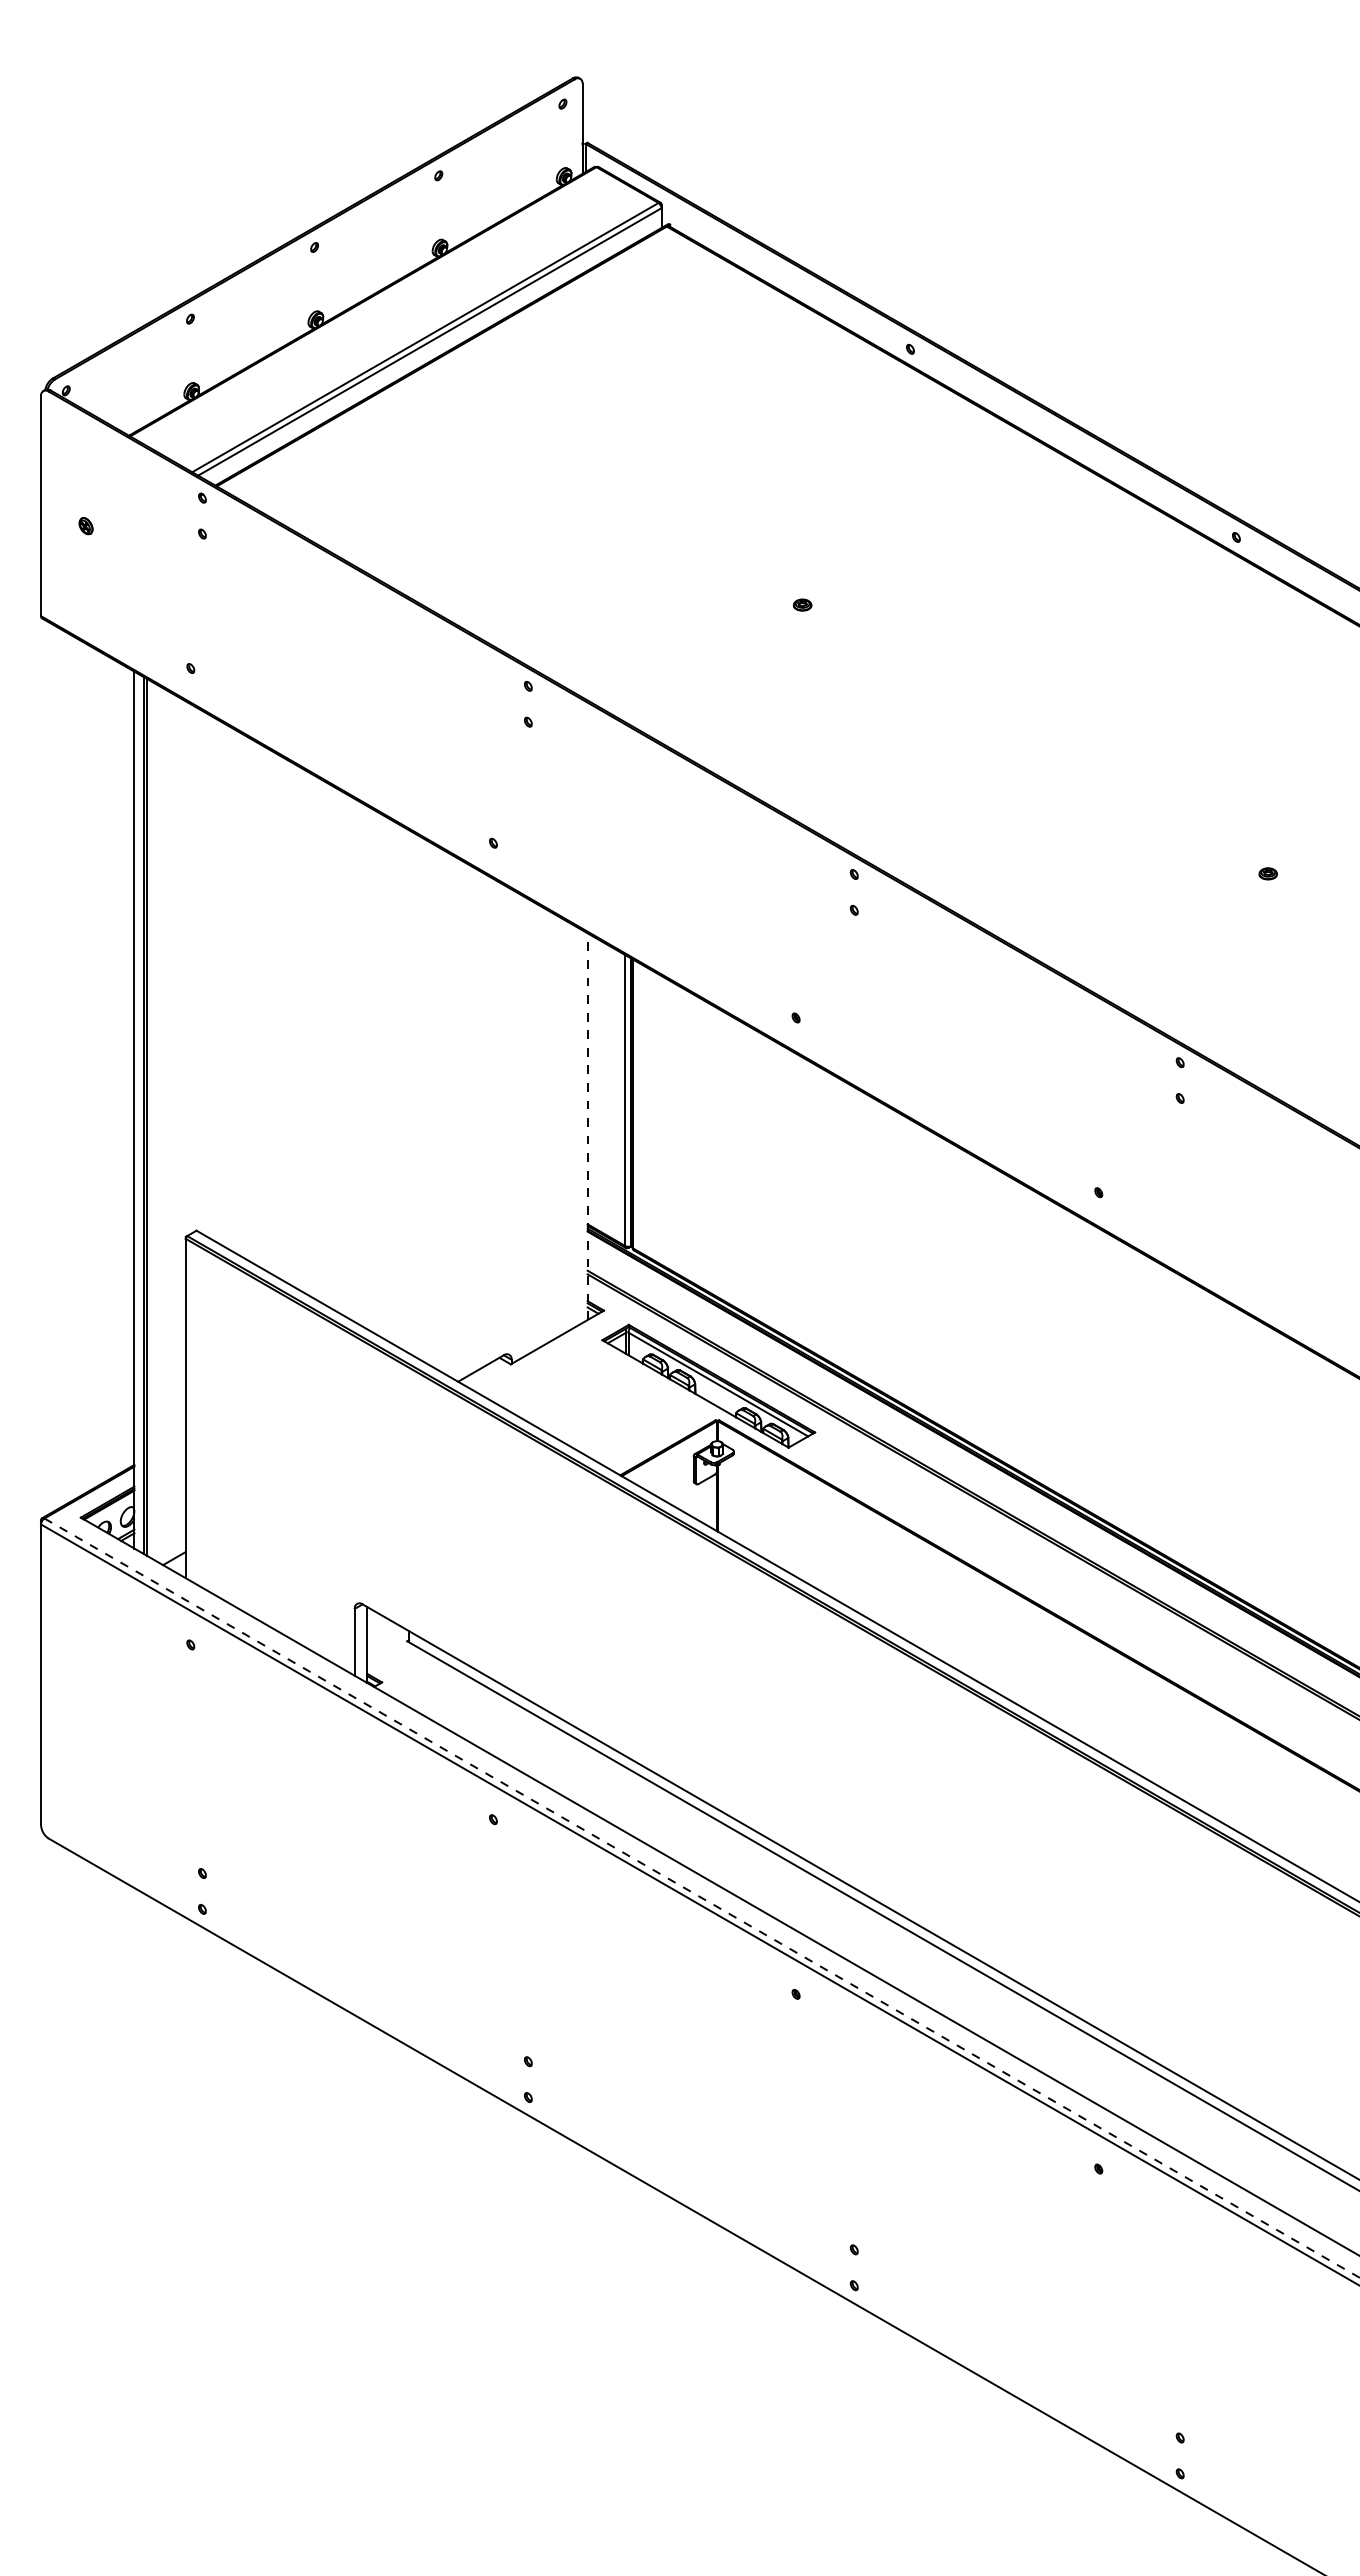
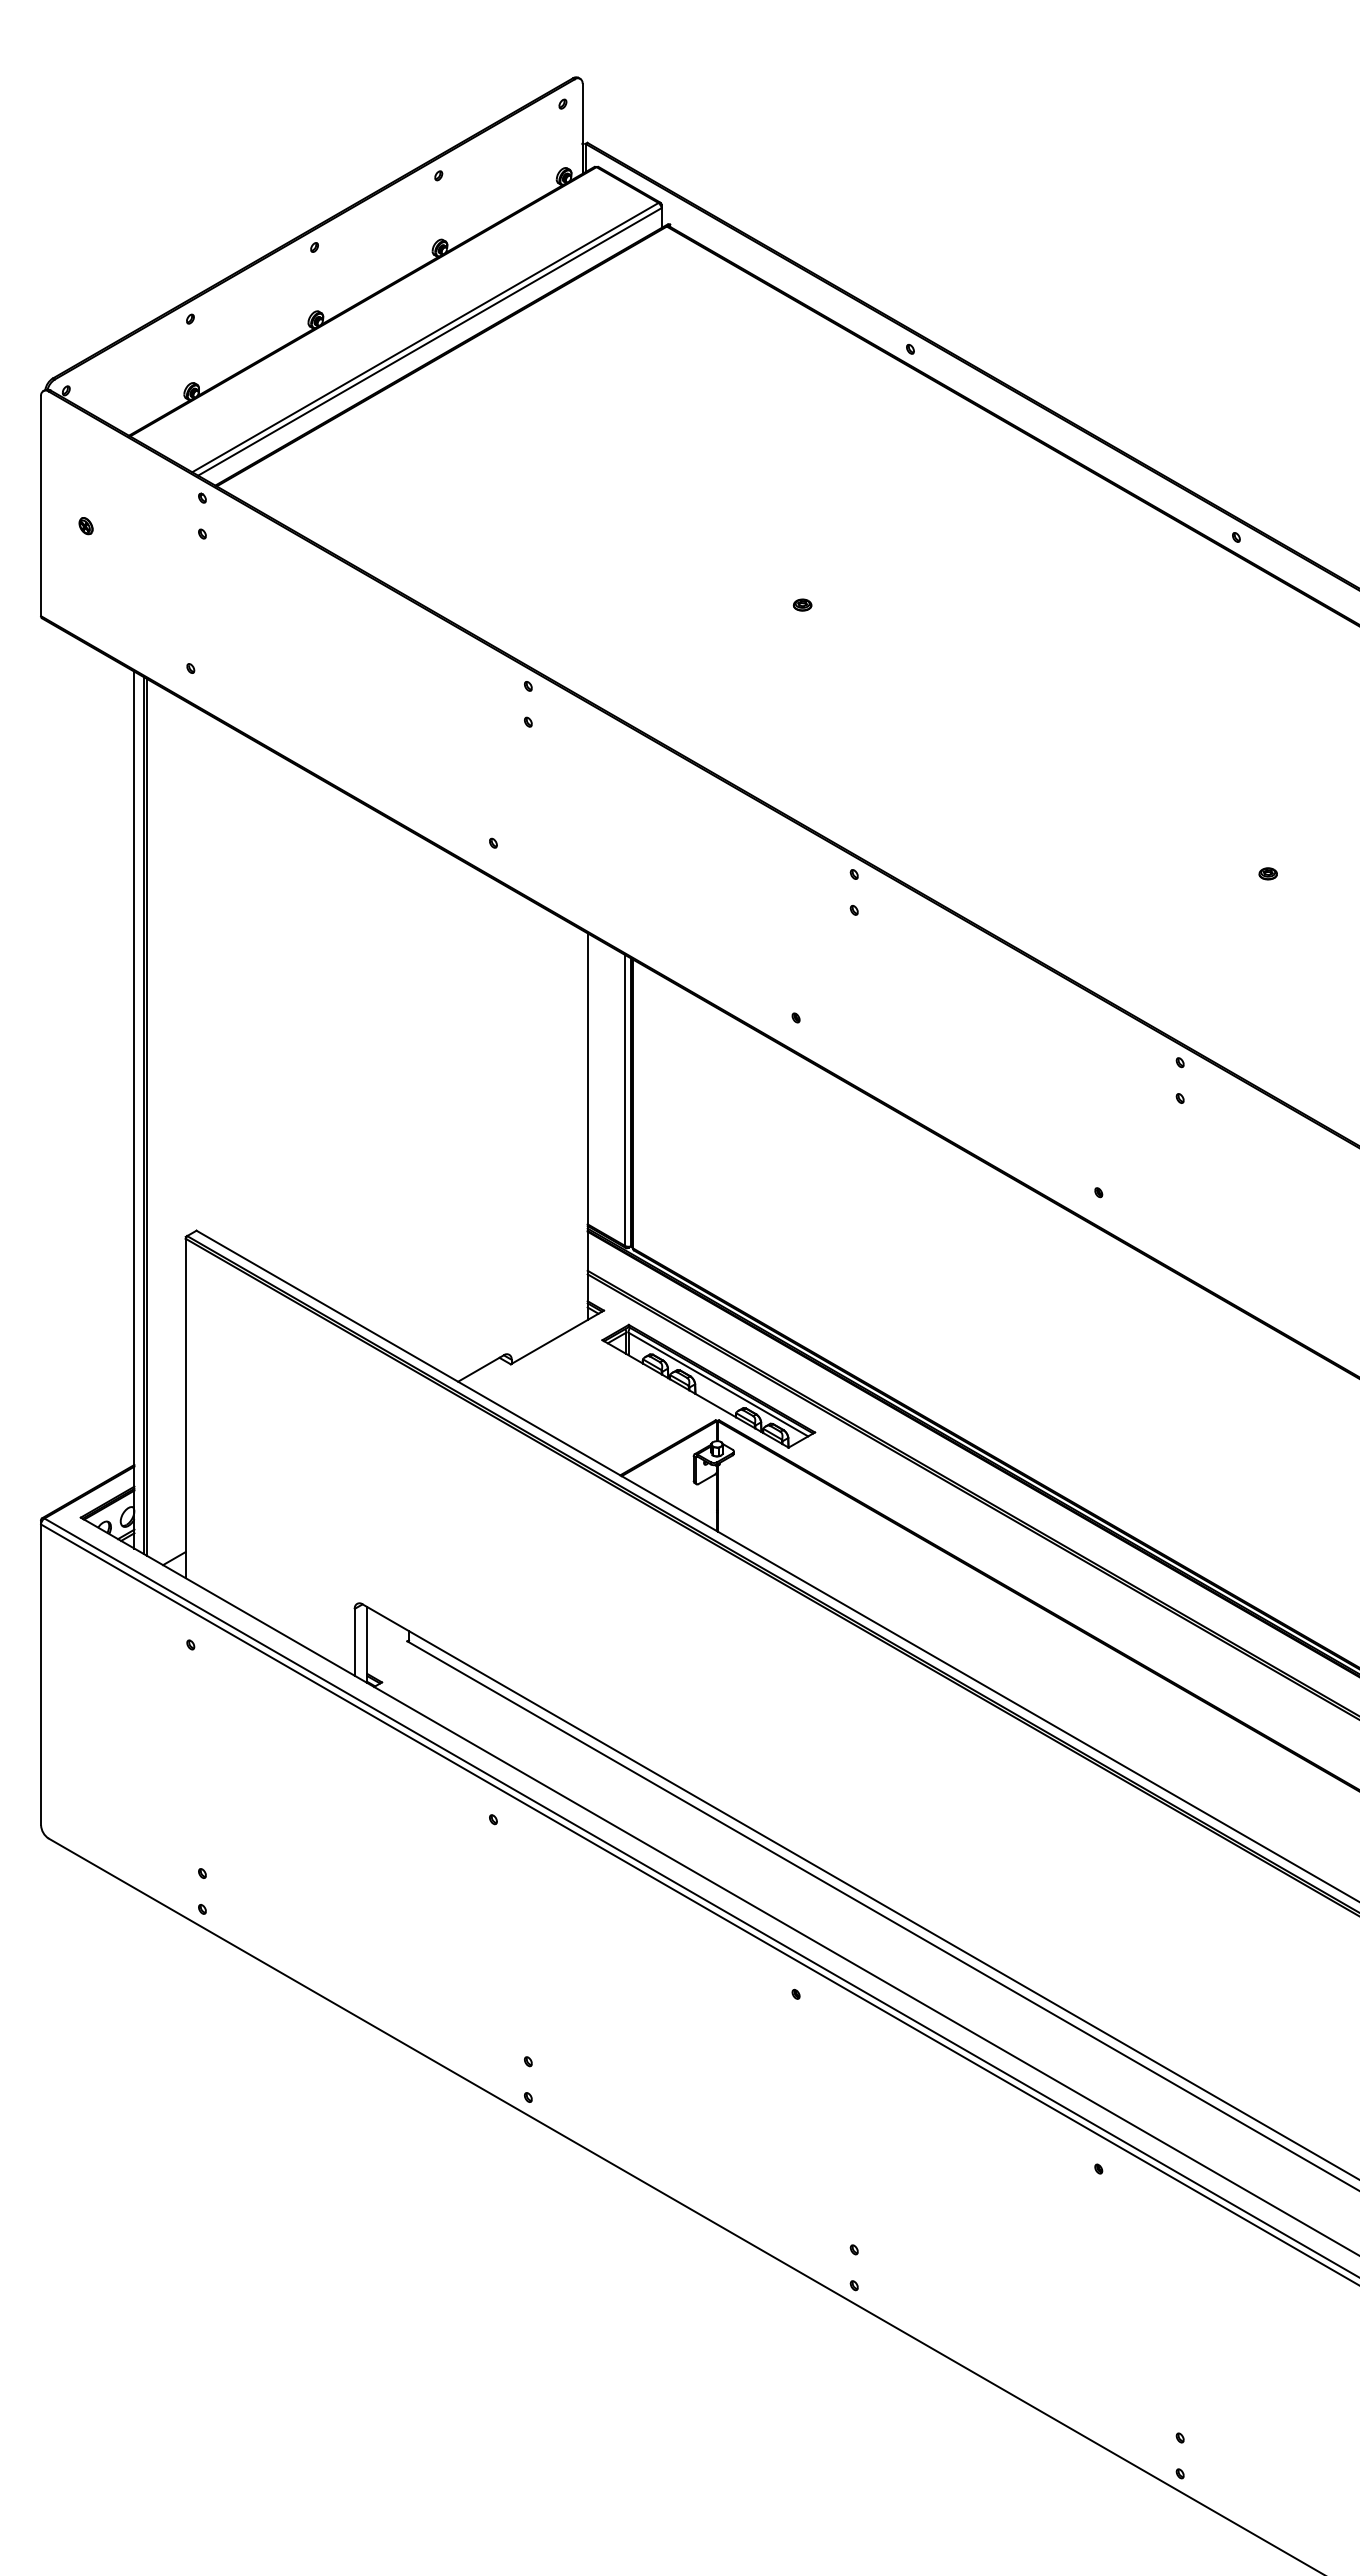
line at (587, 1126): dashed -> solid
line at (702, 1898): dashed -> solid
